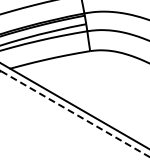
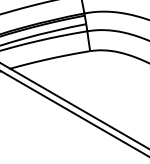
line at (75, 114): dashed -> solid
